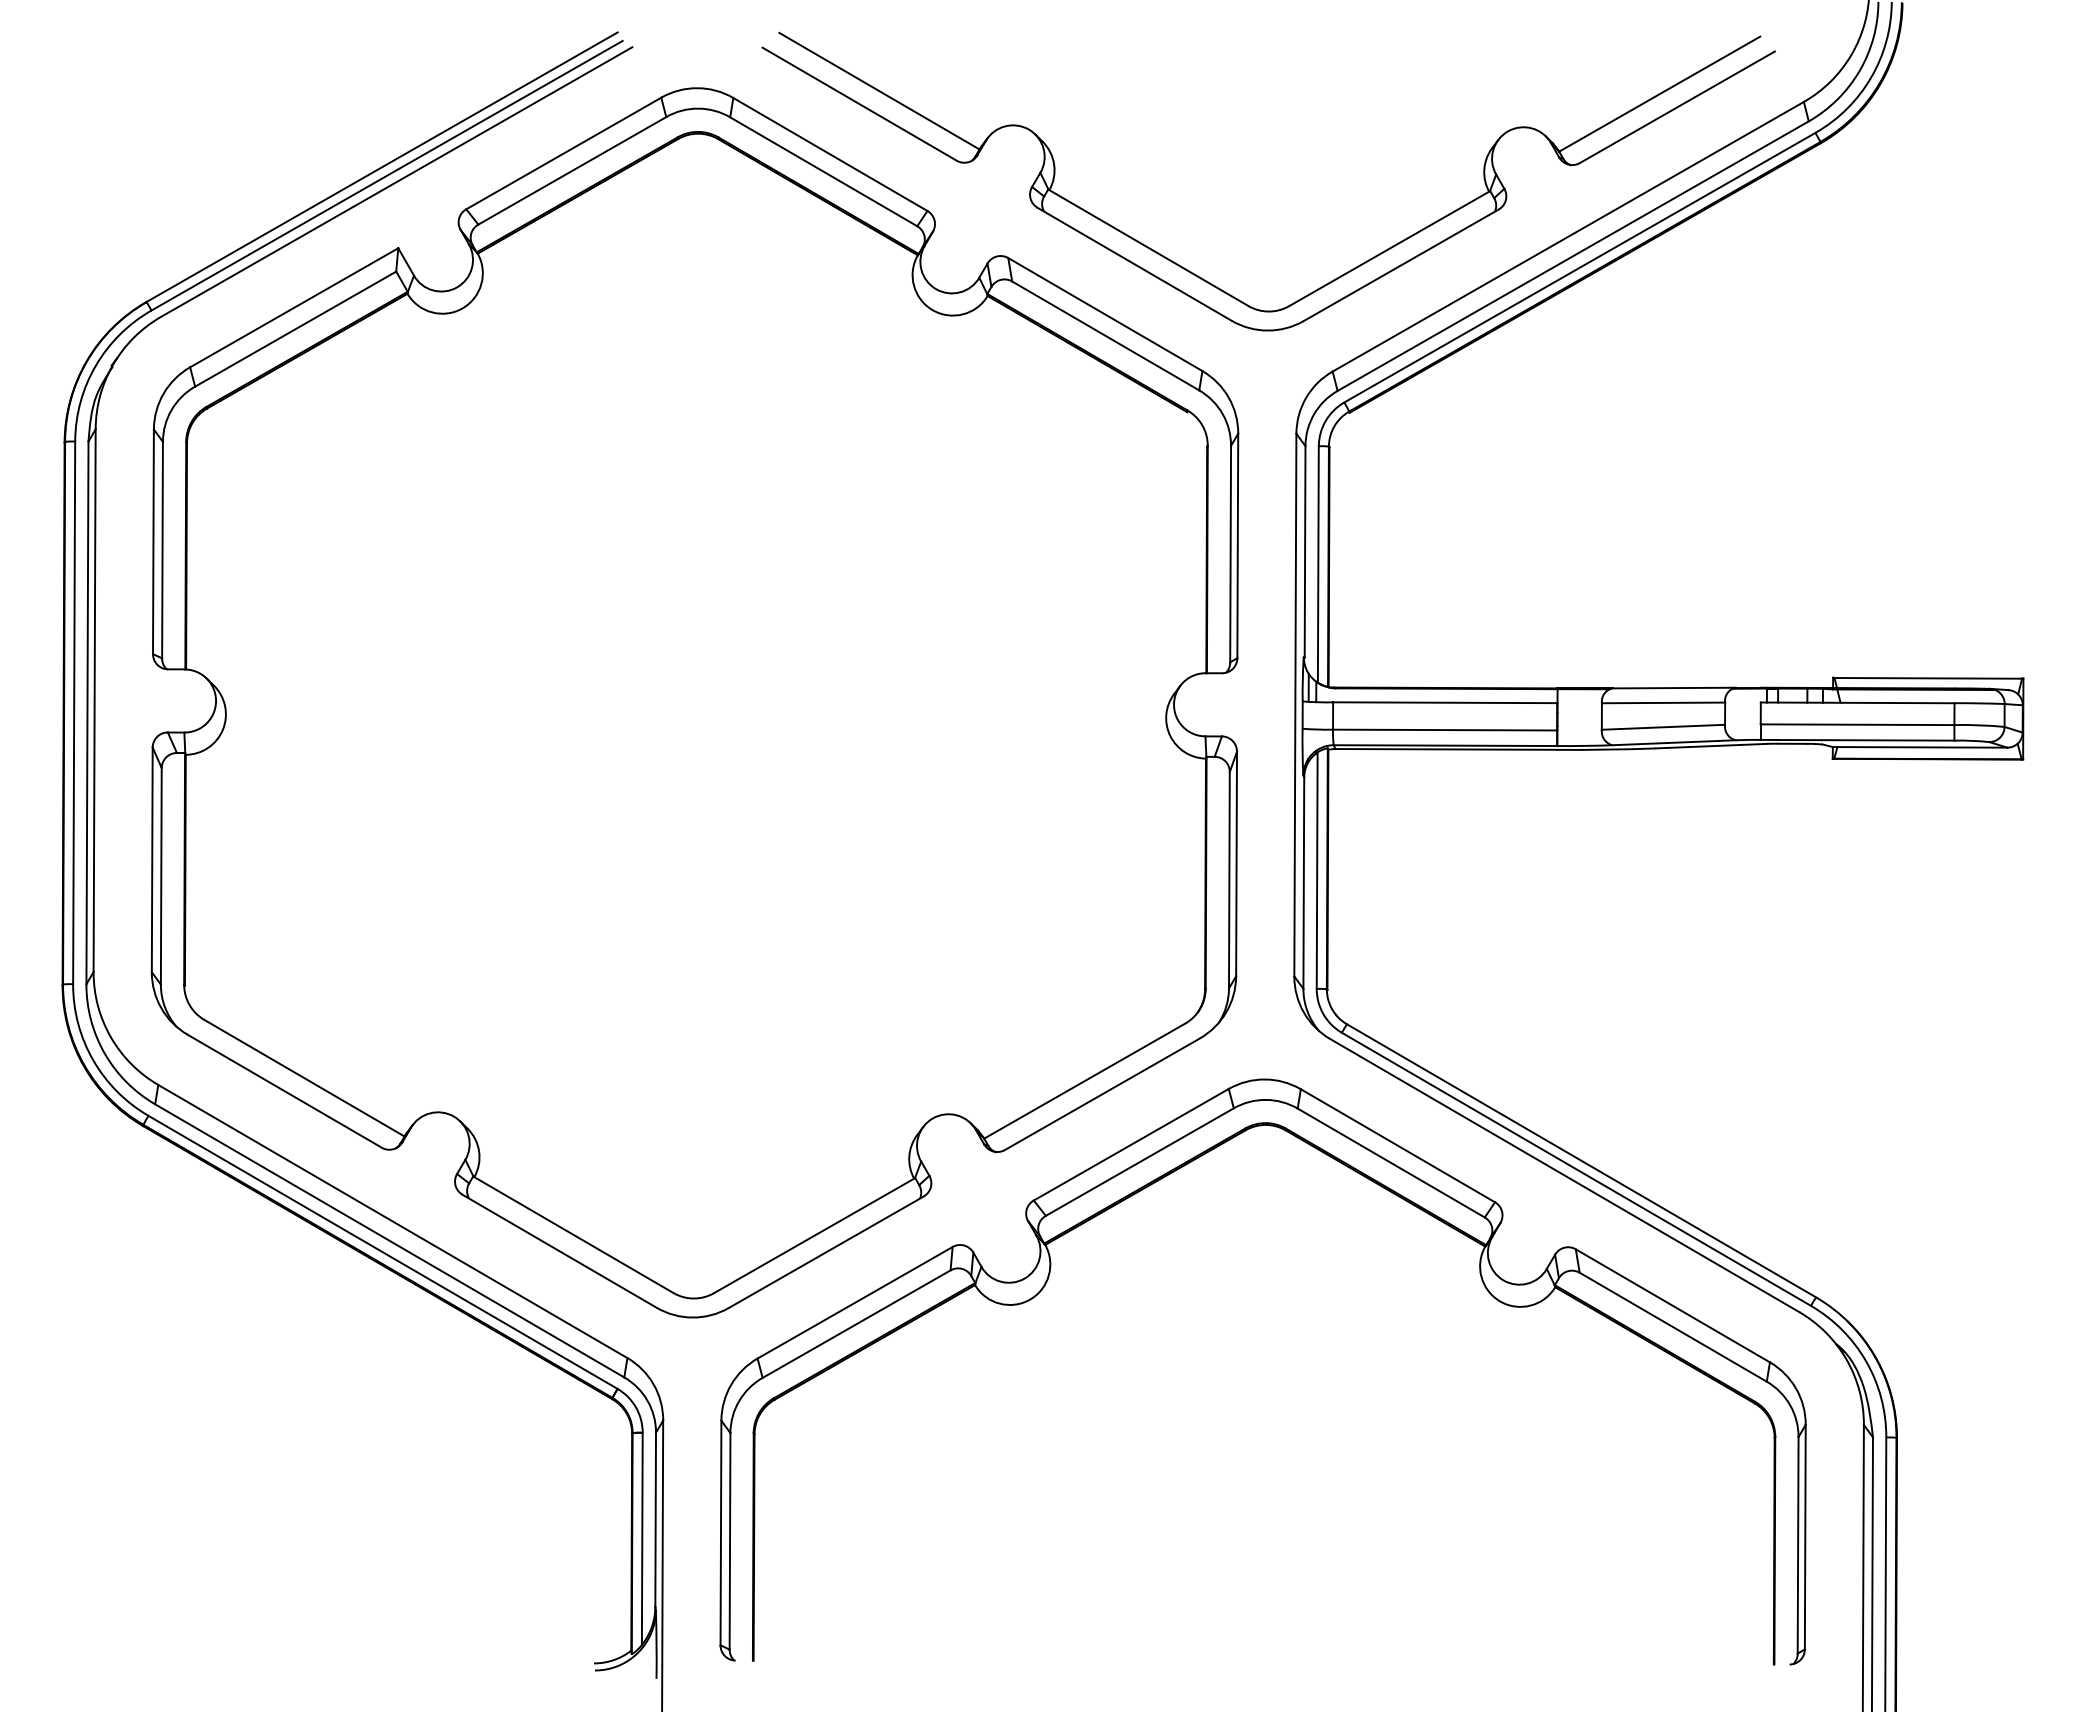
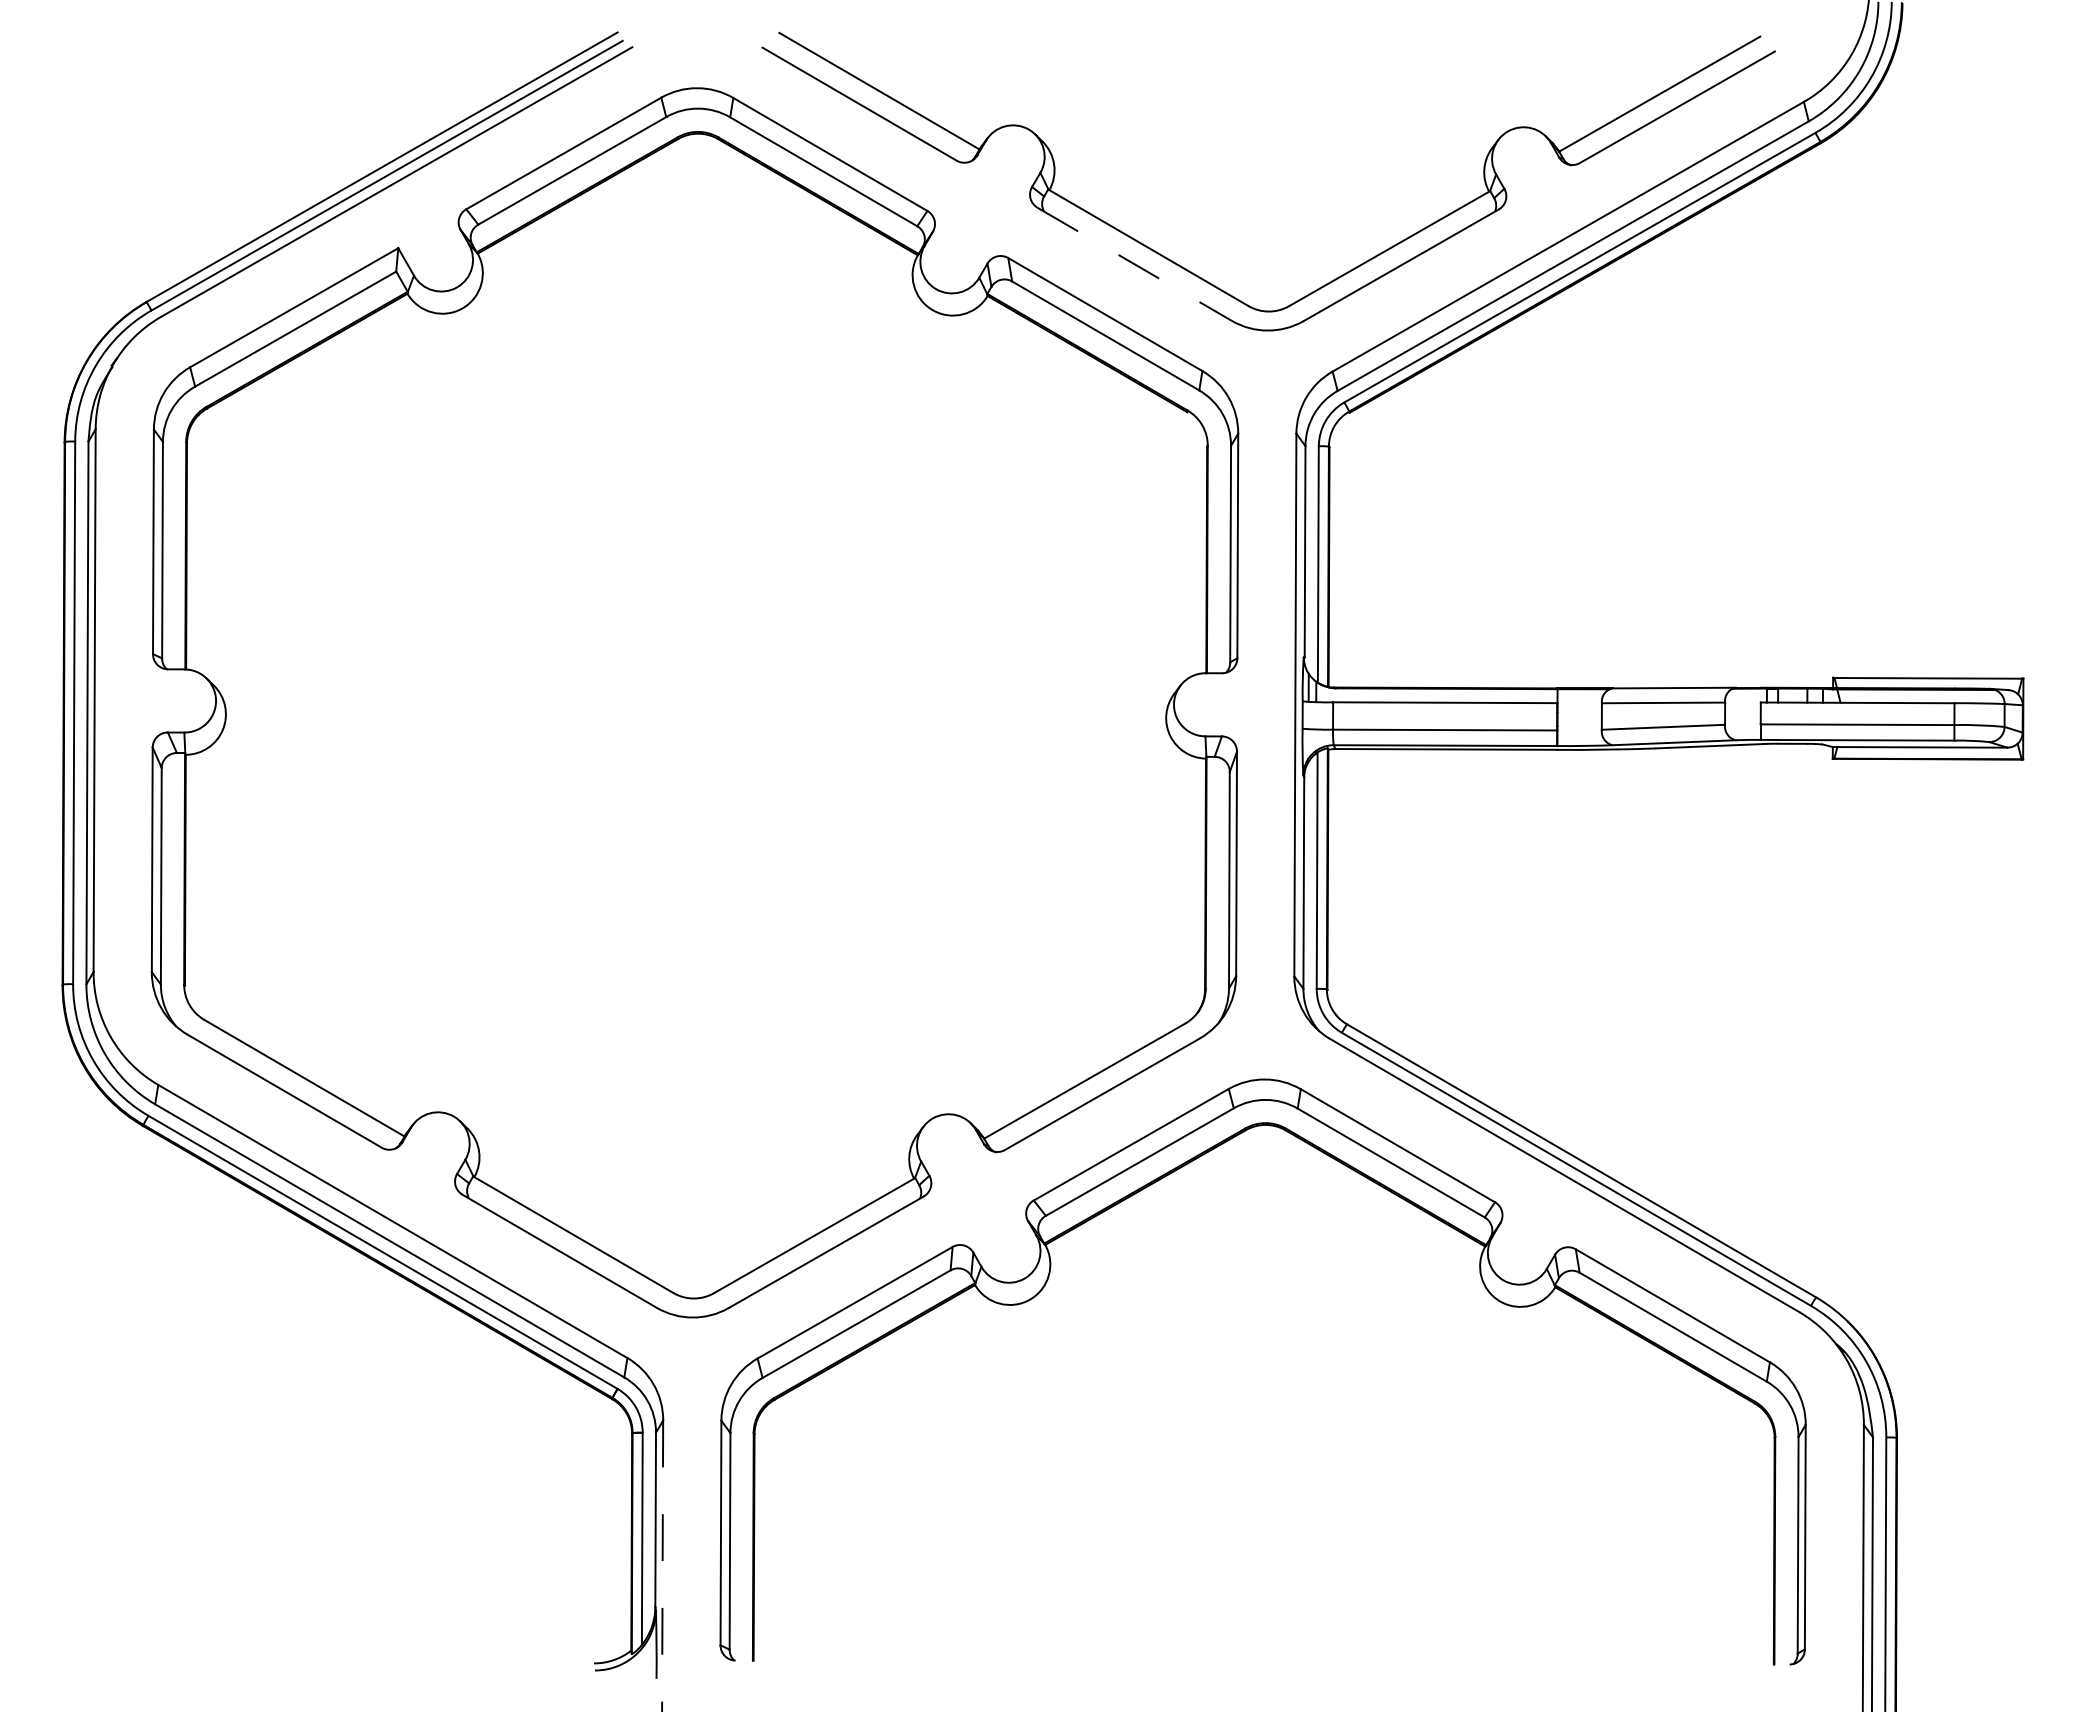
line at (1135, 264): solid -> dashed
line at (662, 1566): solid -> dashed
